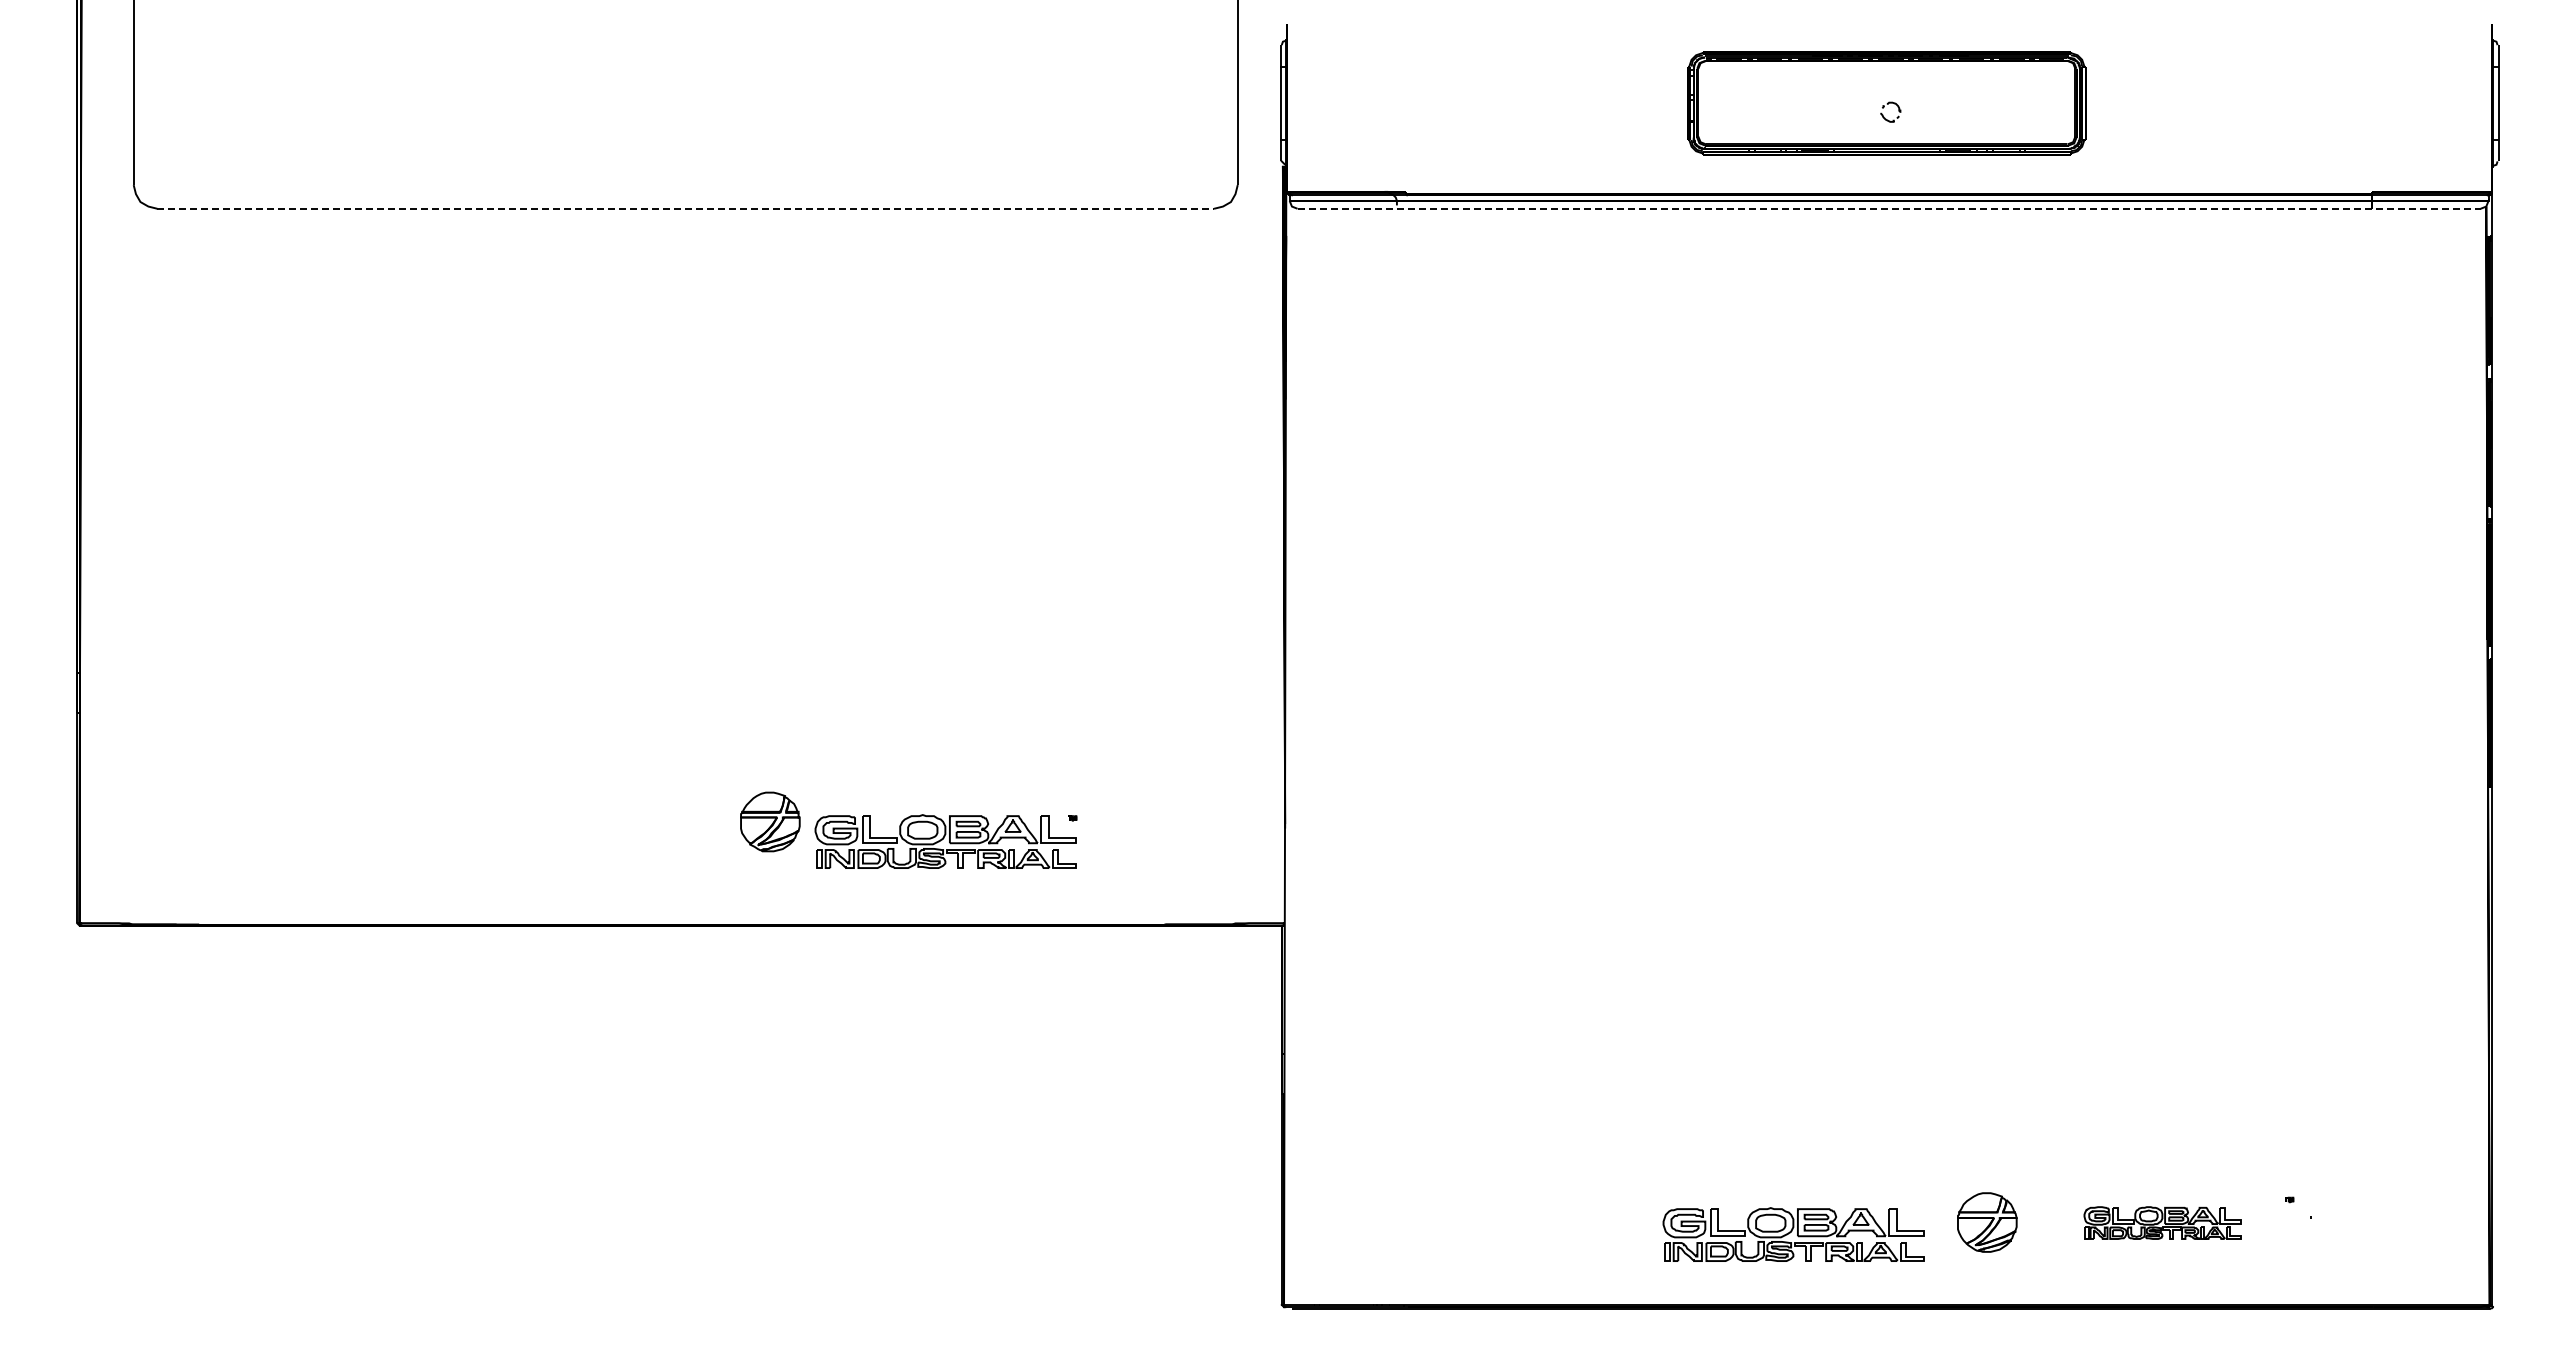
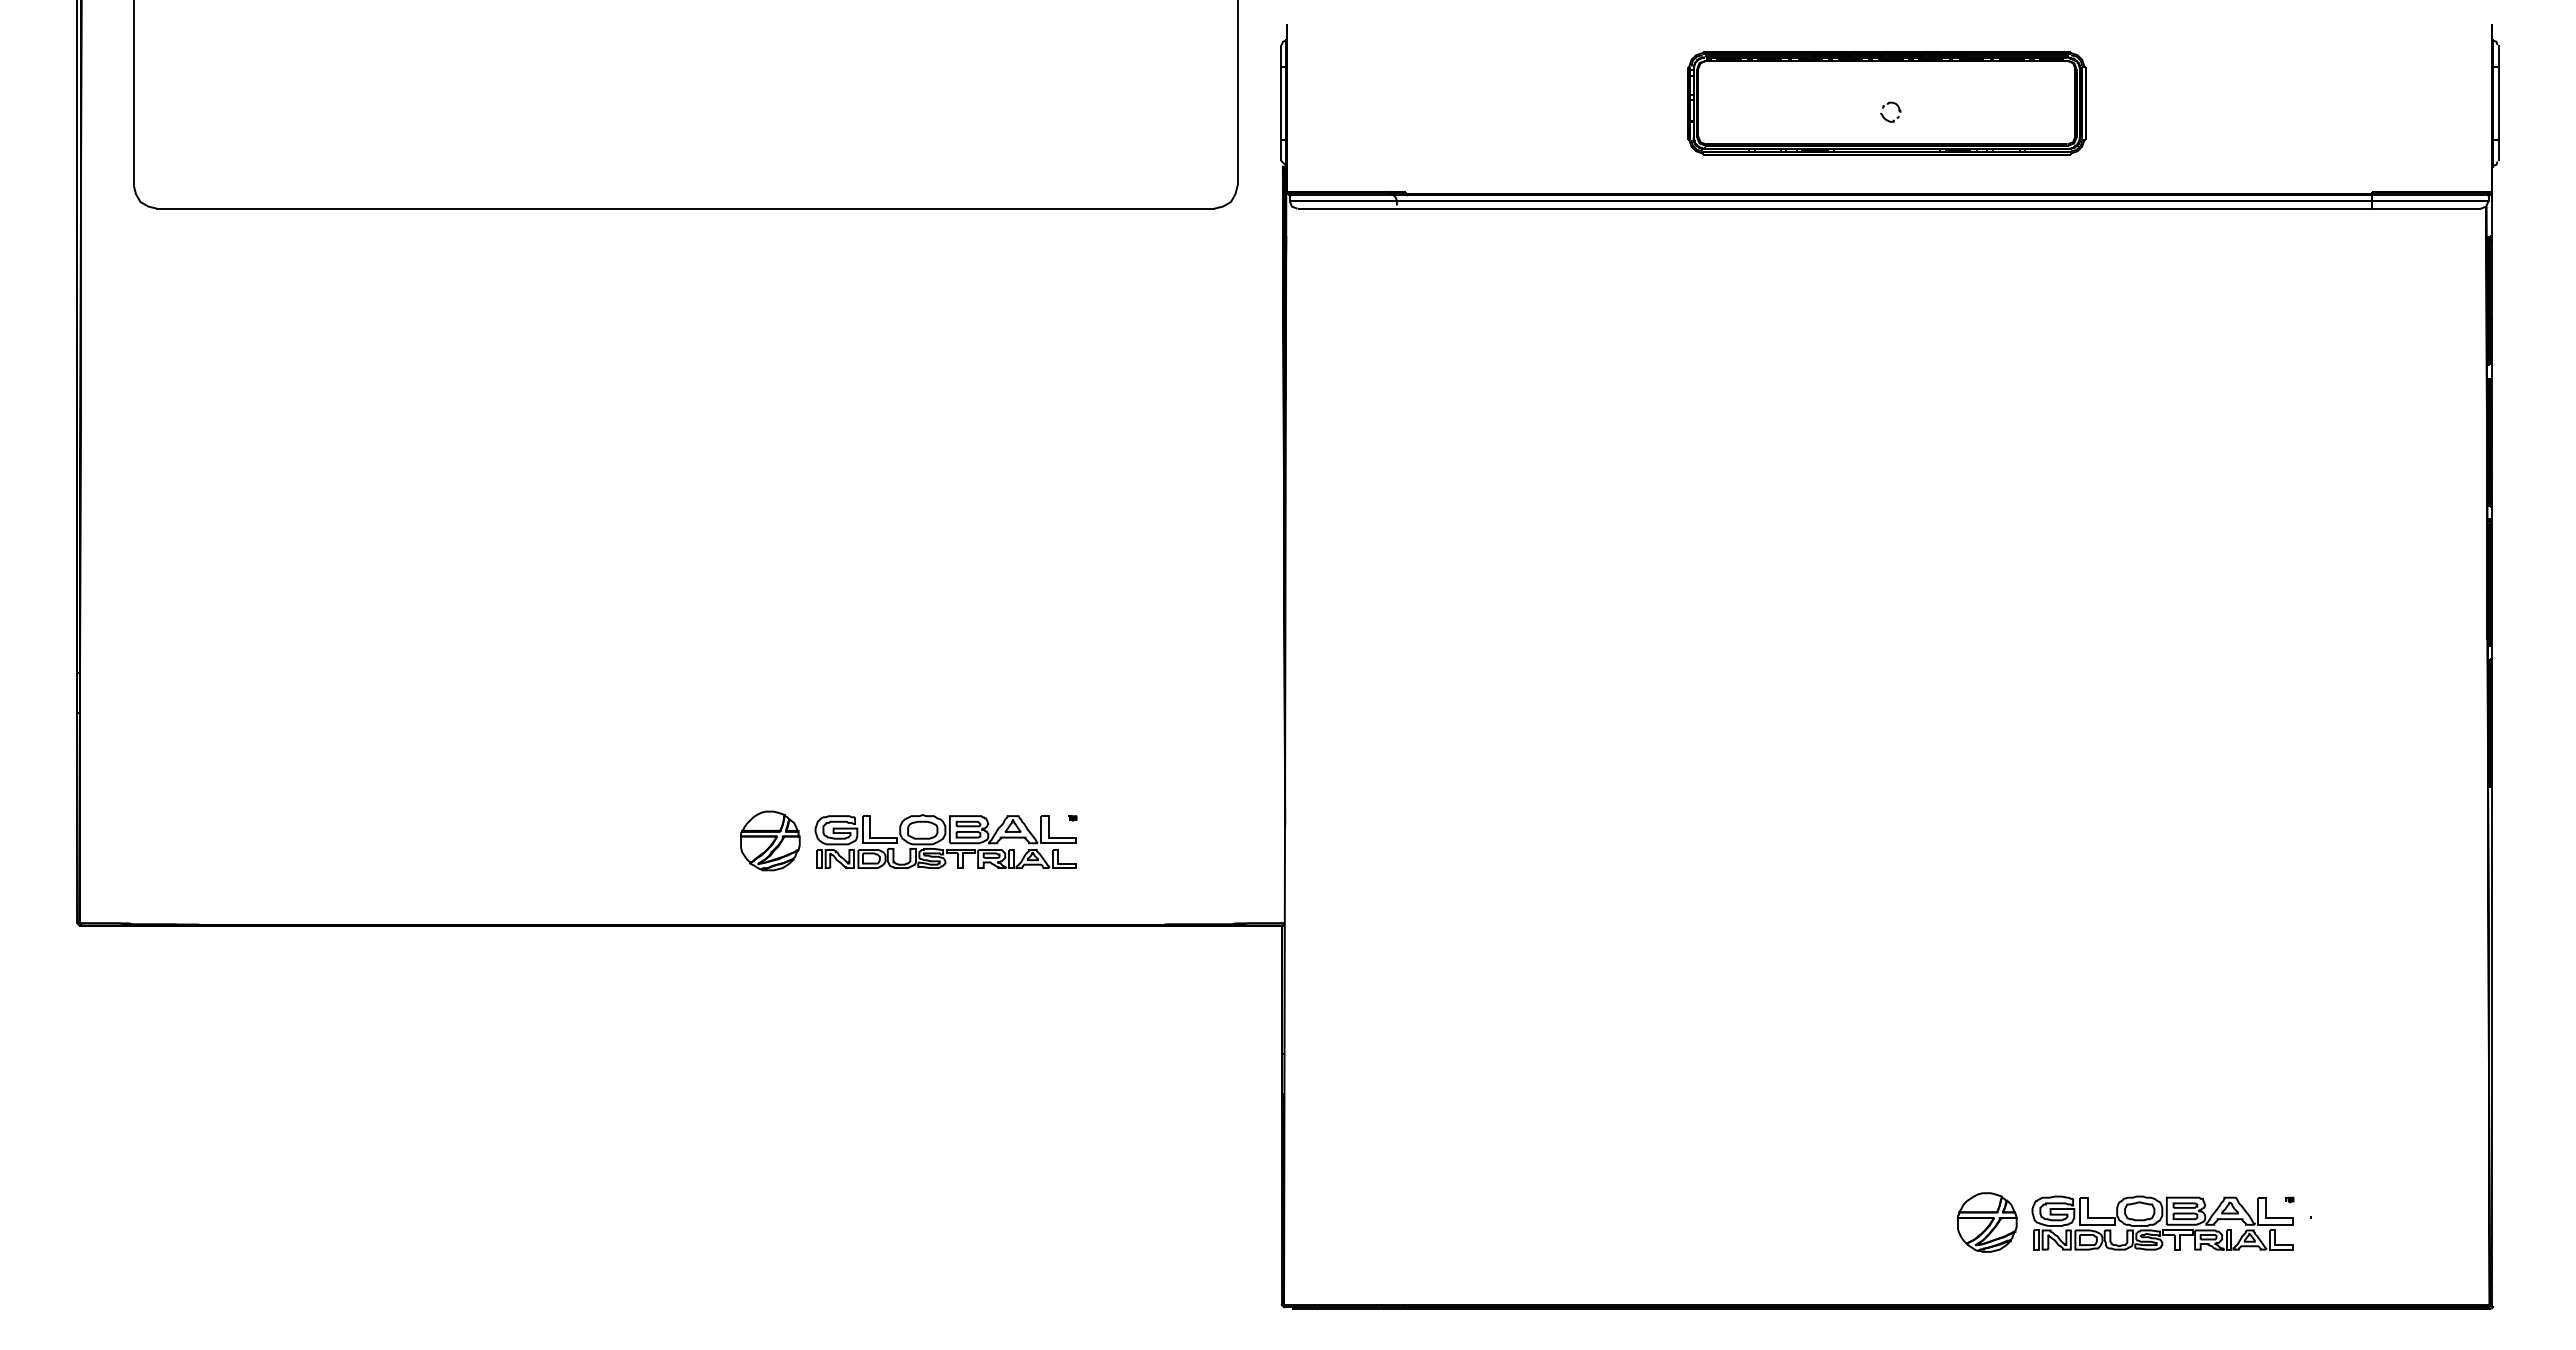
line at (686, 208): dashed -> solid
line at (1890, 208): dashed -> solid
part at (770, 821) position: (770, 821) -> (770, 840)
part at (2162, 1222) size: 159x34 px -> 263x56 px
part at (1793, 1234): present -> none
